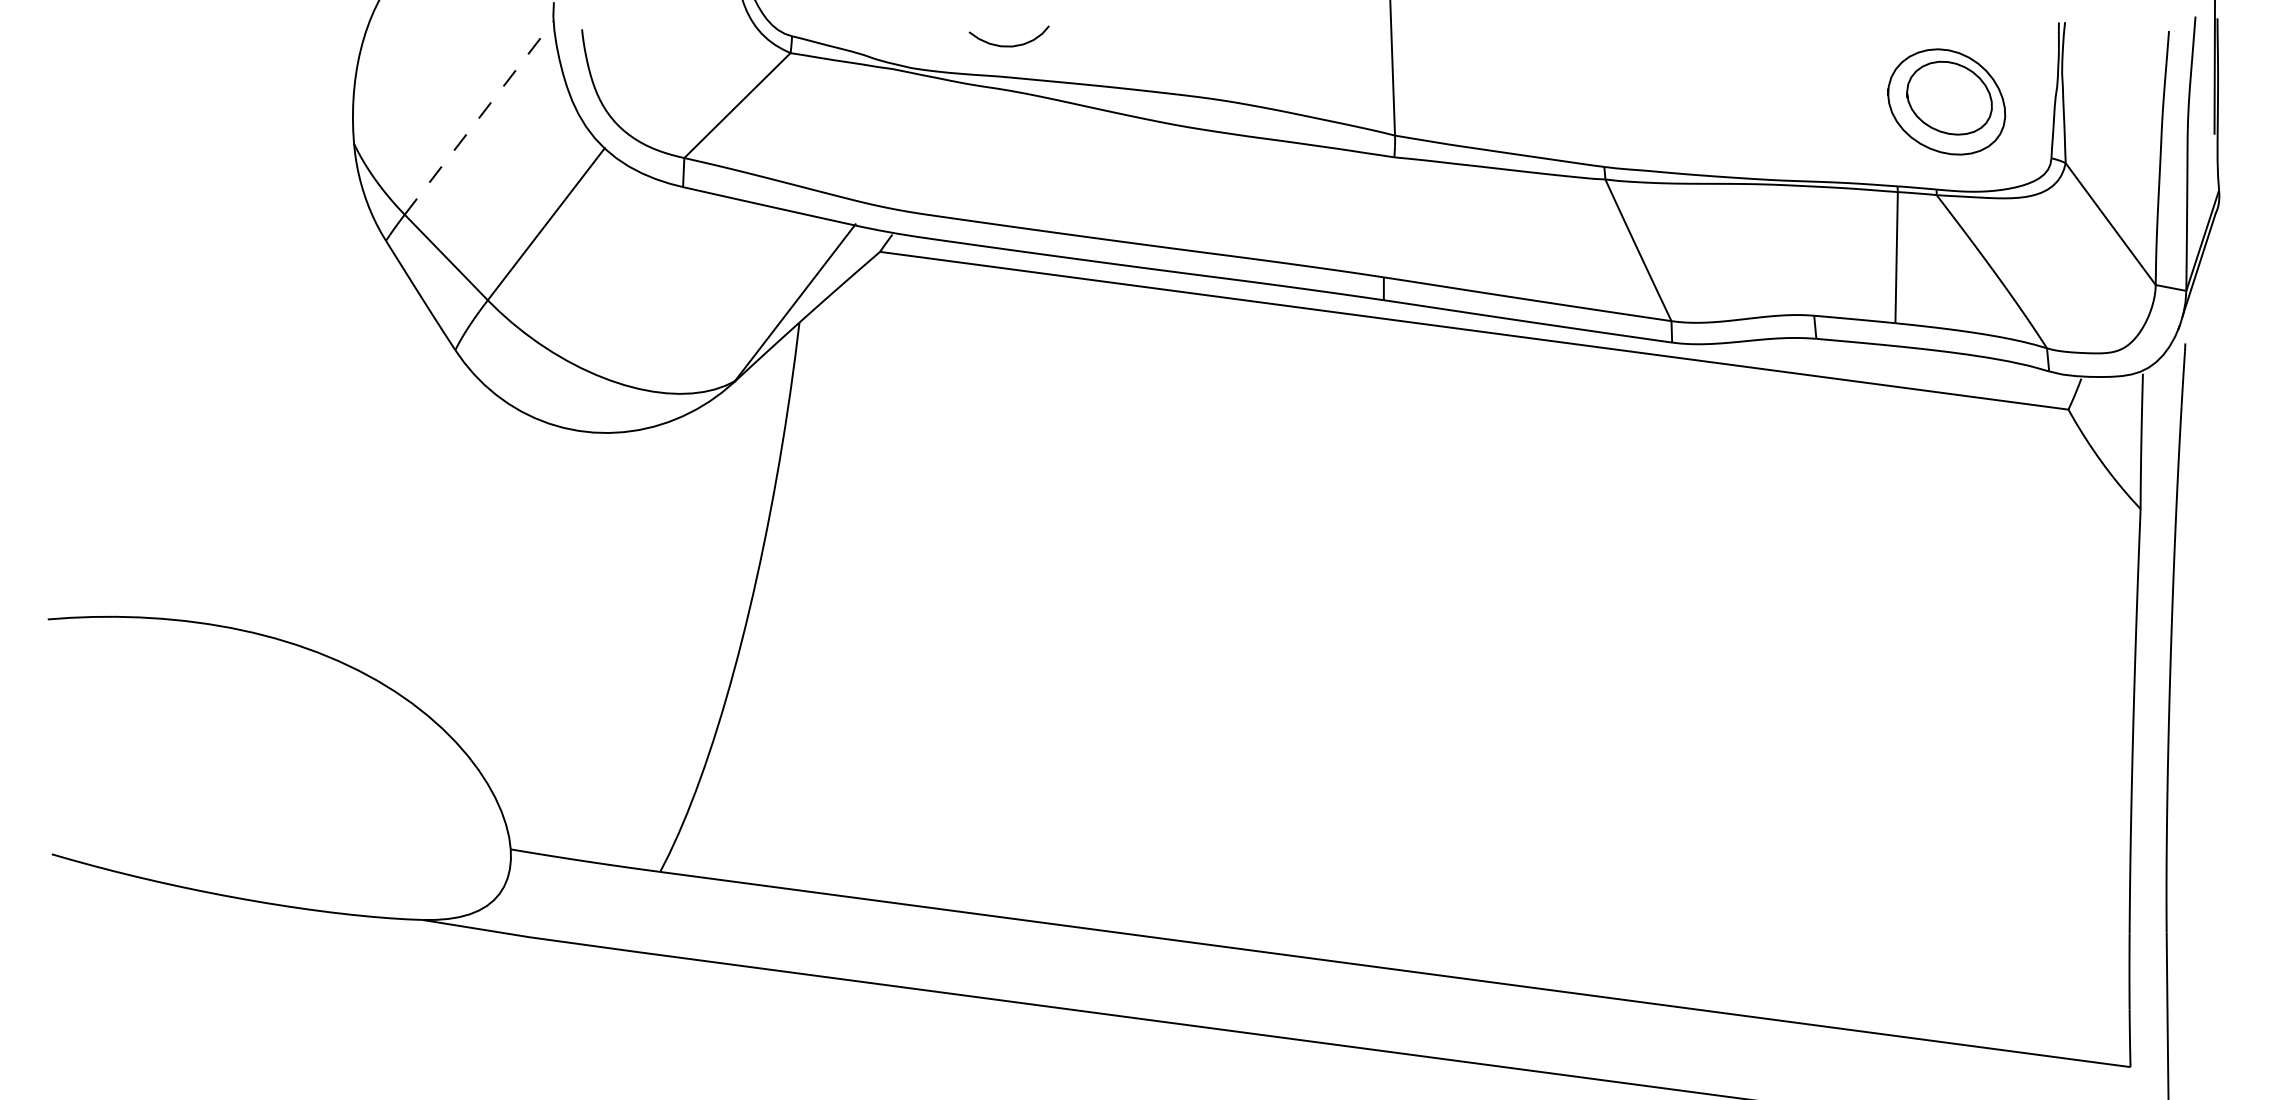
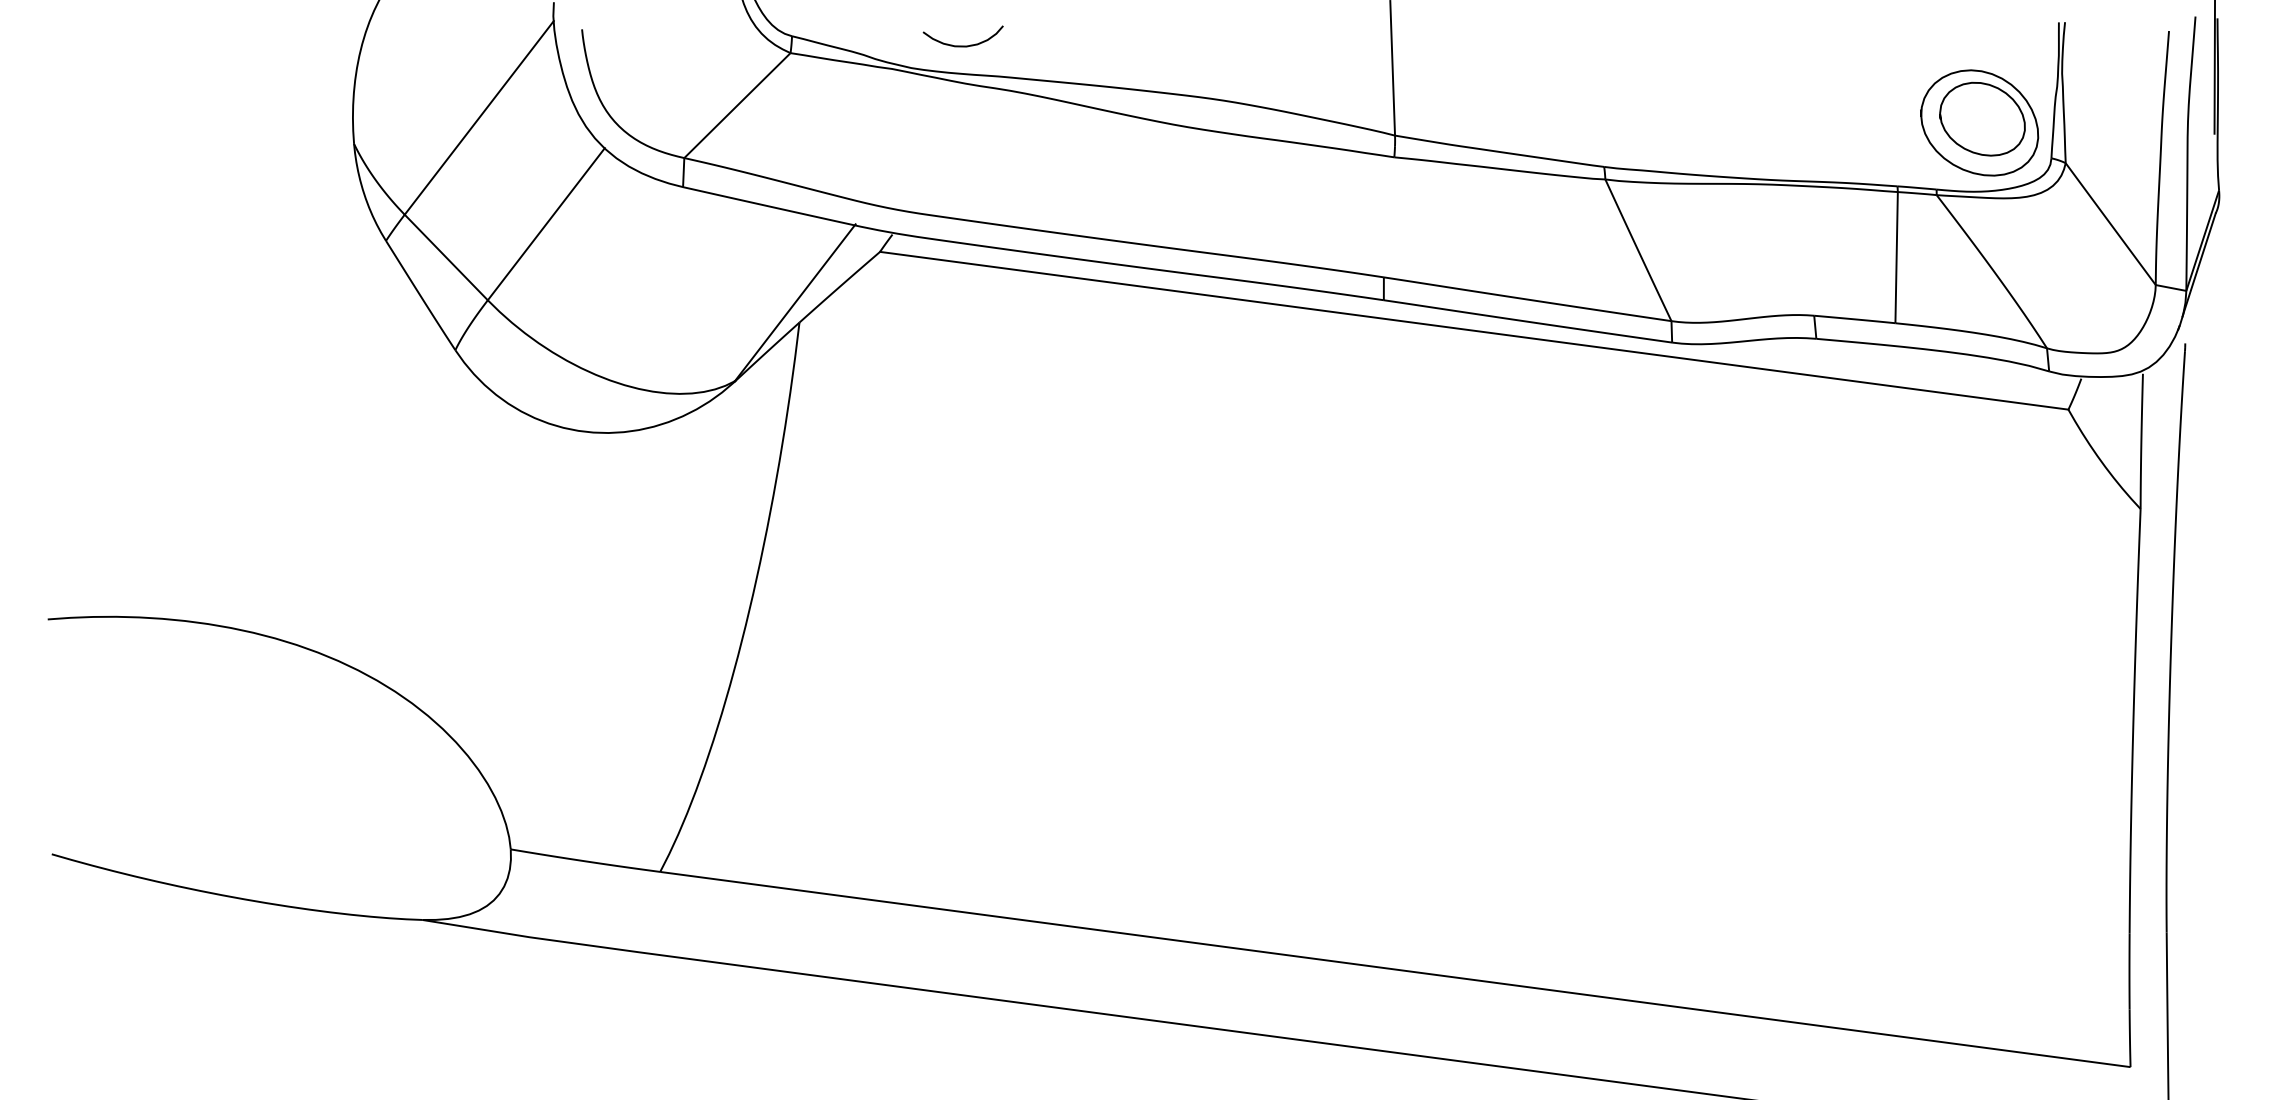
curve at (1008, 45) position: (1008, 45) -> (962, 45)
part at (1946, 101) position: (1946, 101) -> (1979, 122)
line at (479, 117): dashed -> solid
